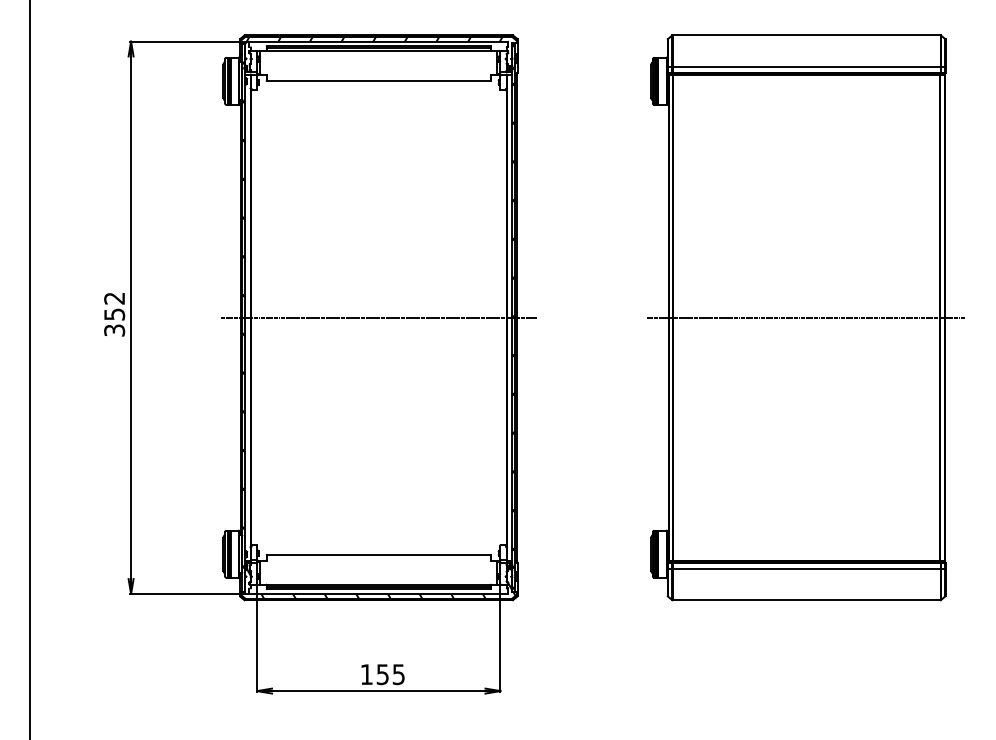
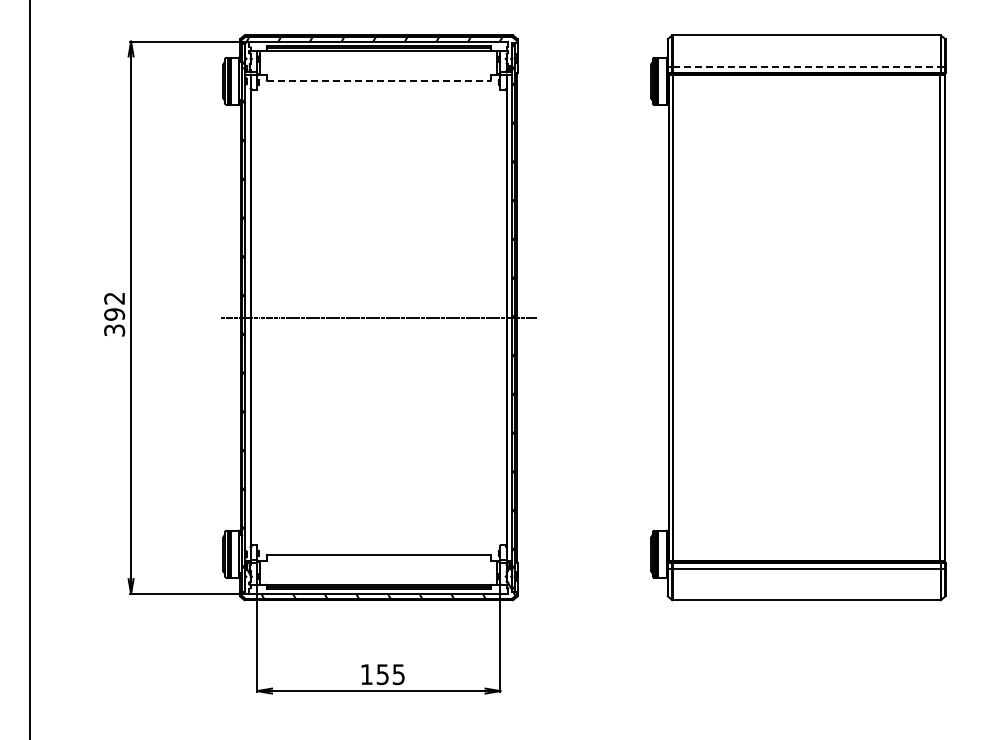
line at (806, 66): solid -> dashed
line at (378, 80): solid -> dashed
text at (114, 314): 352 -> 392
line at (806, 317): present -> none
